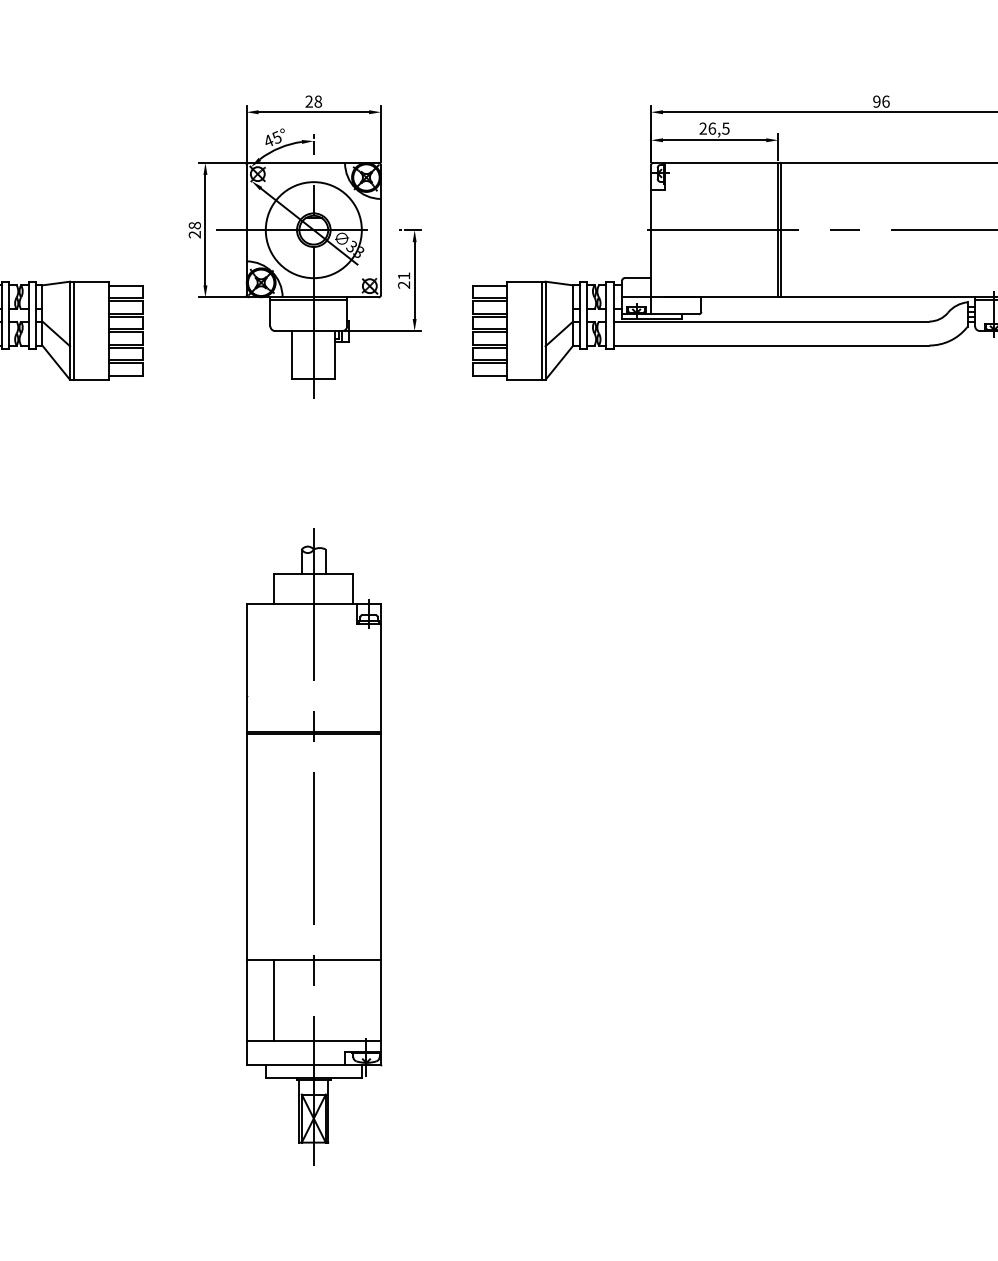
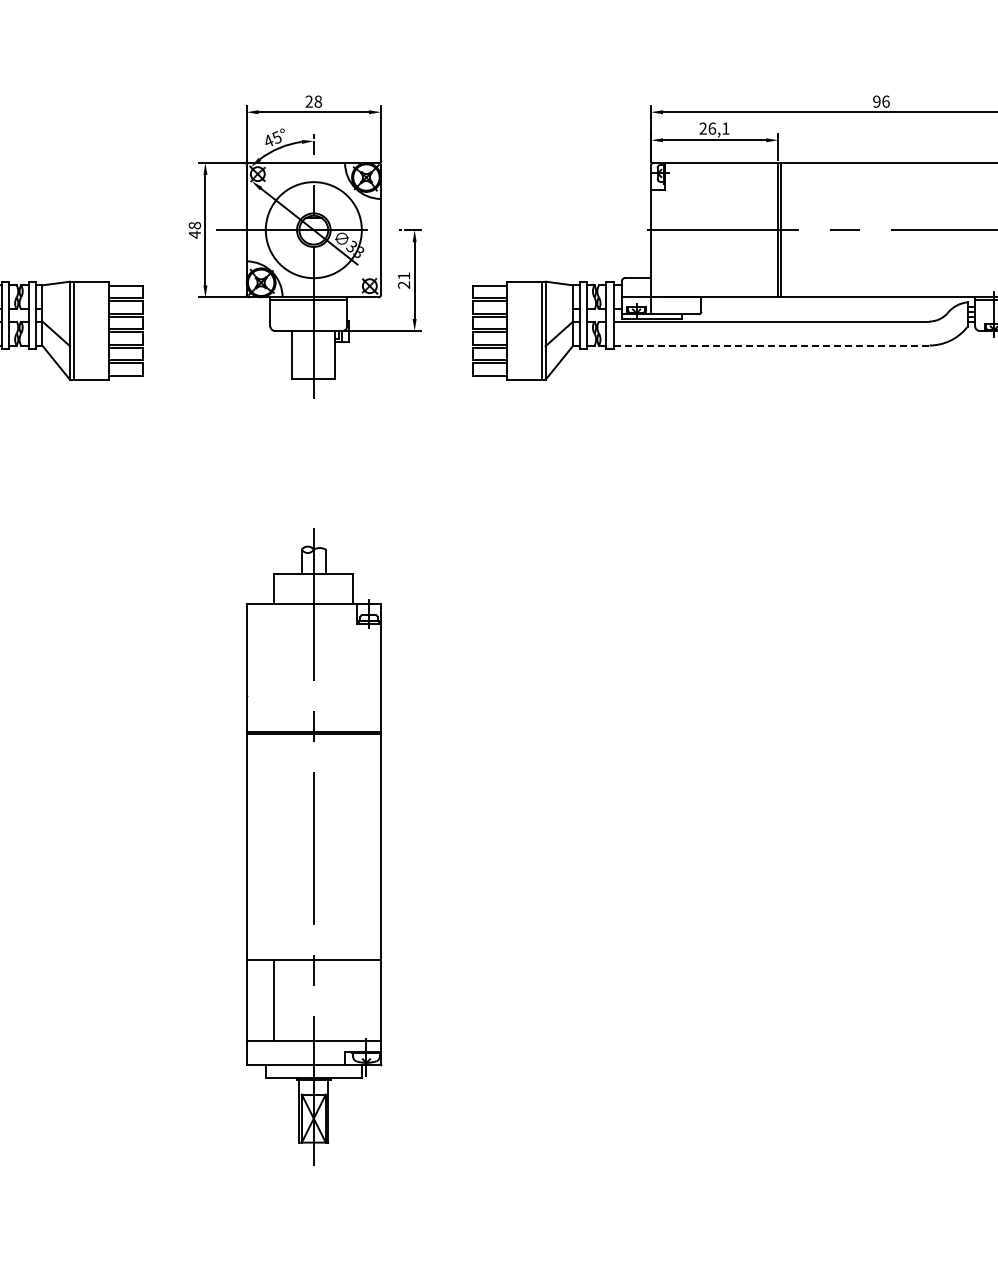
text at (725, 128): 26,5 -> 26,1
text at (194, 234): 28 -> 48
line at (771, 345): solid -> dashed
